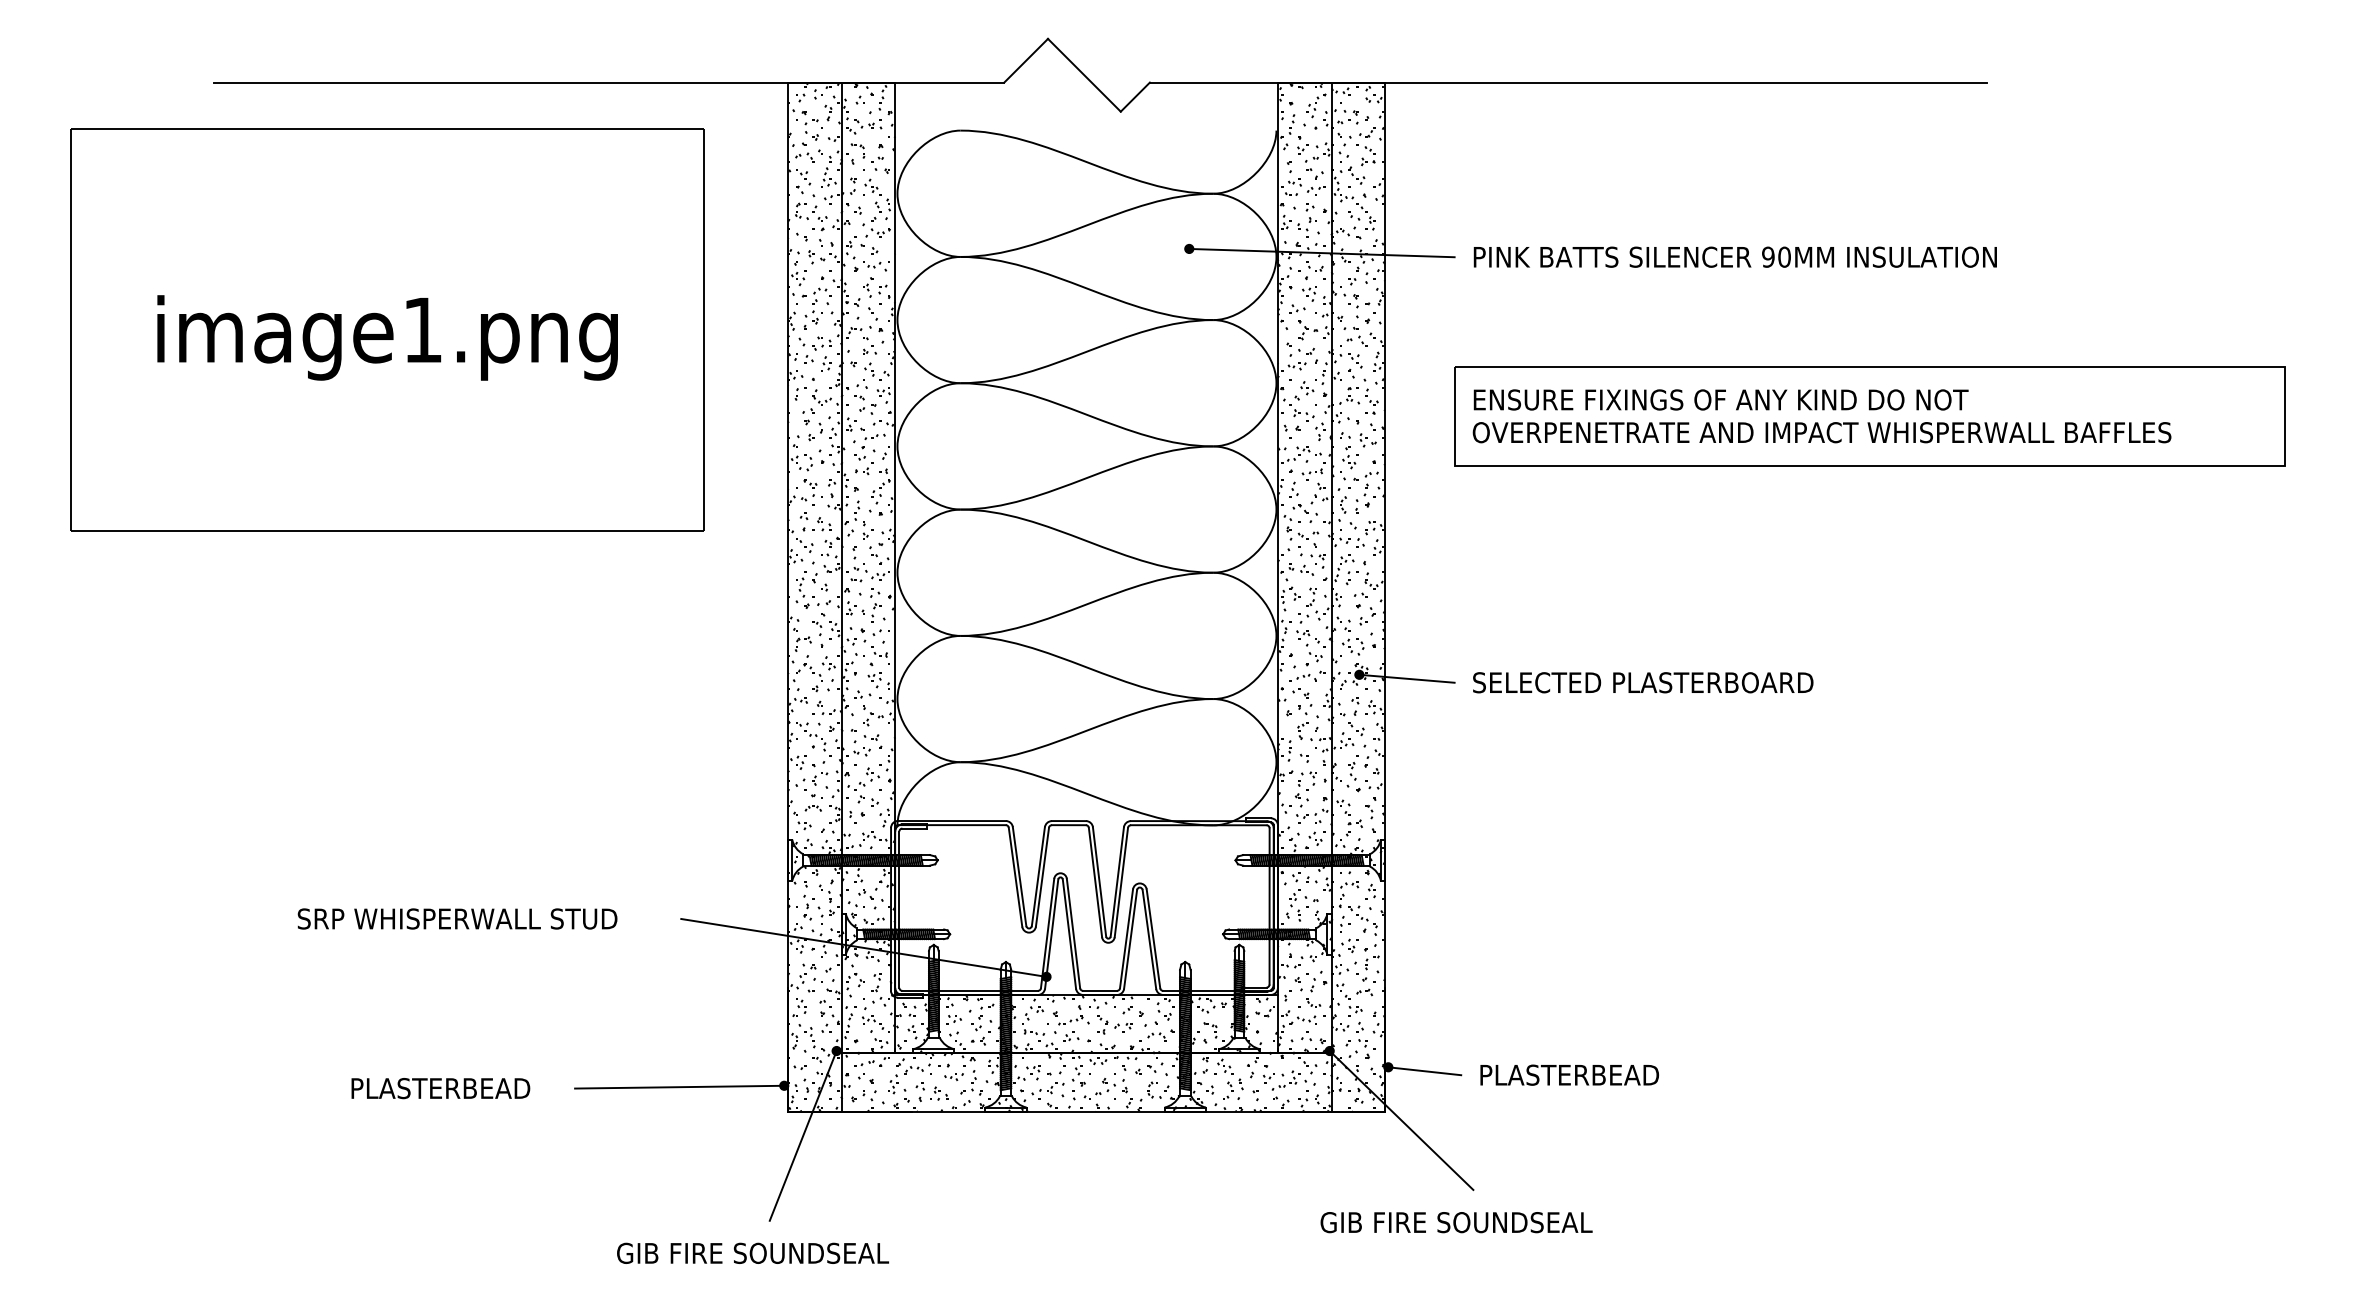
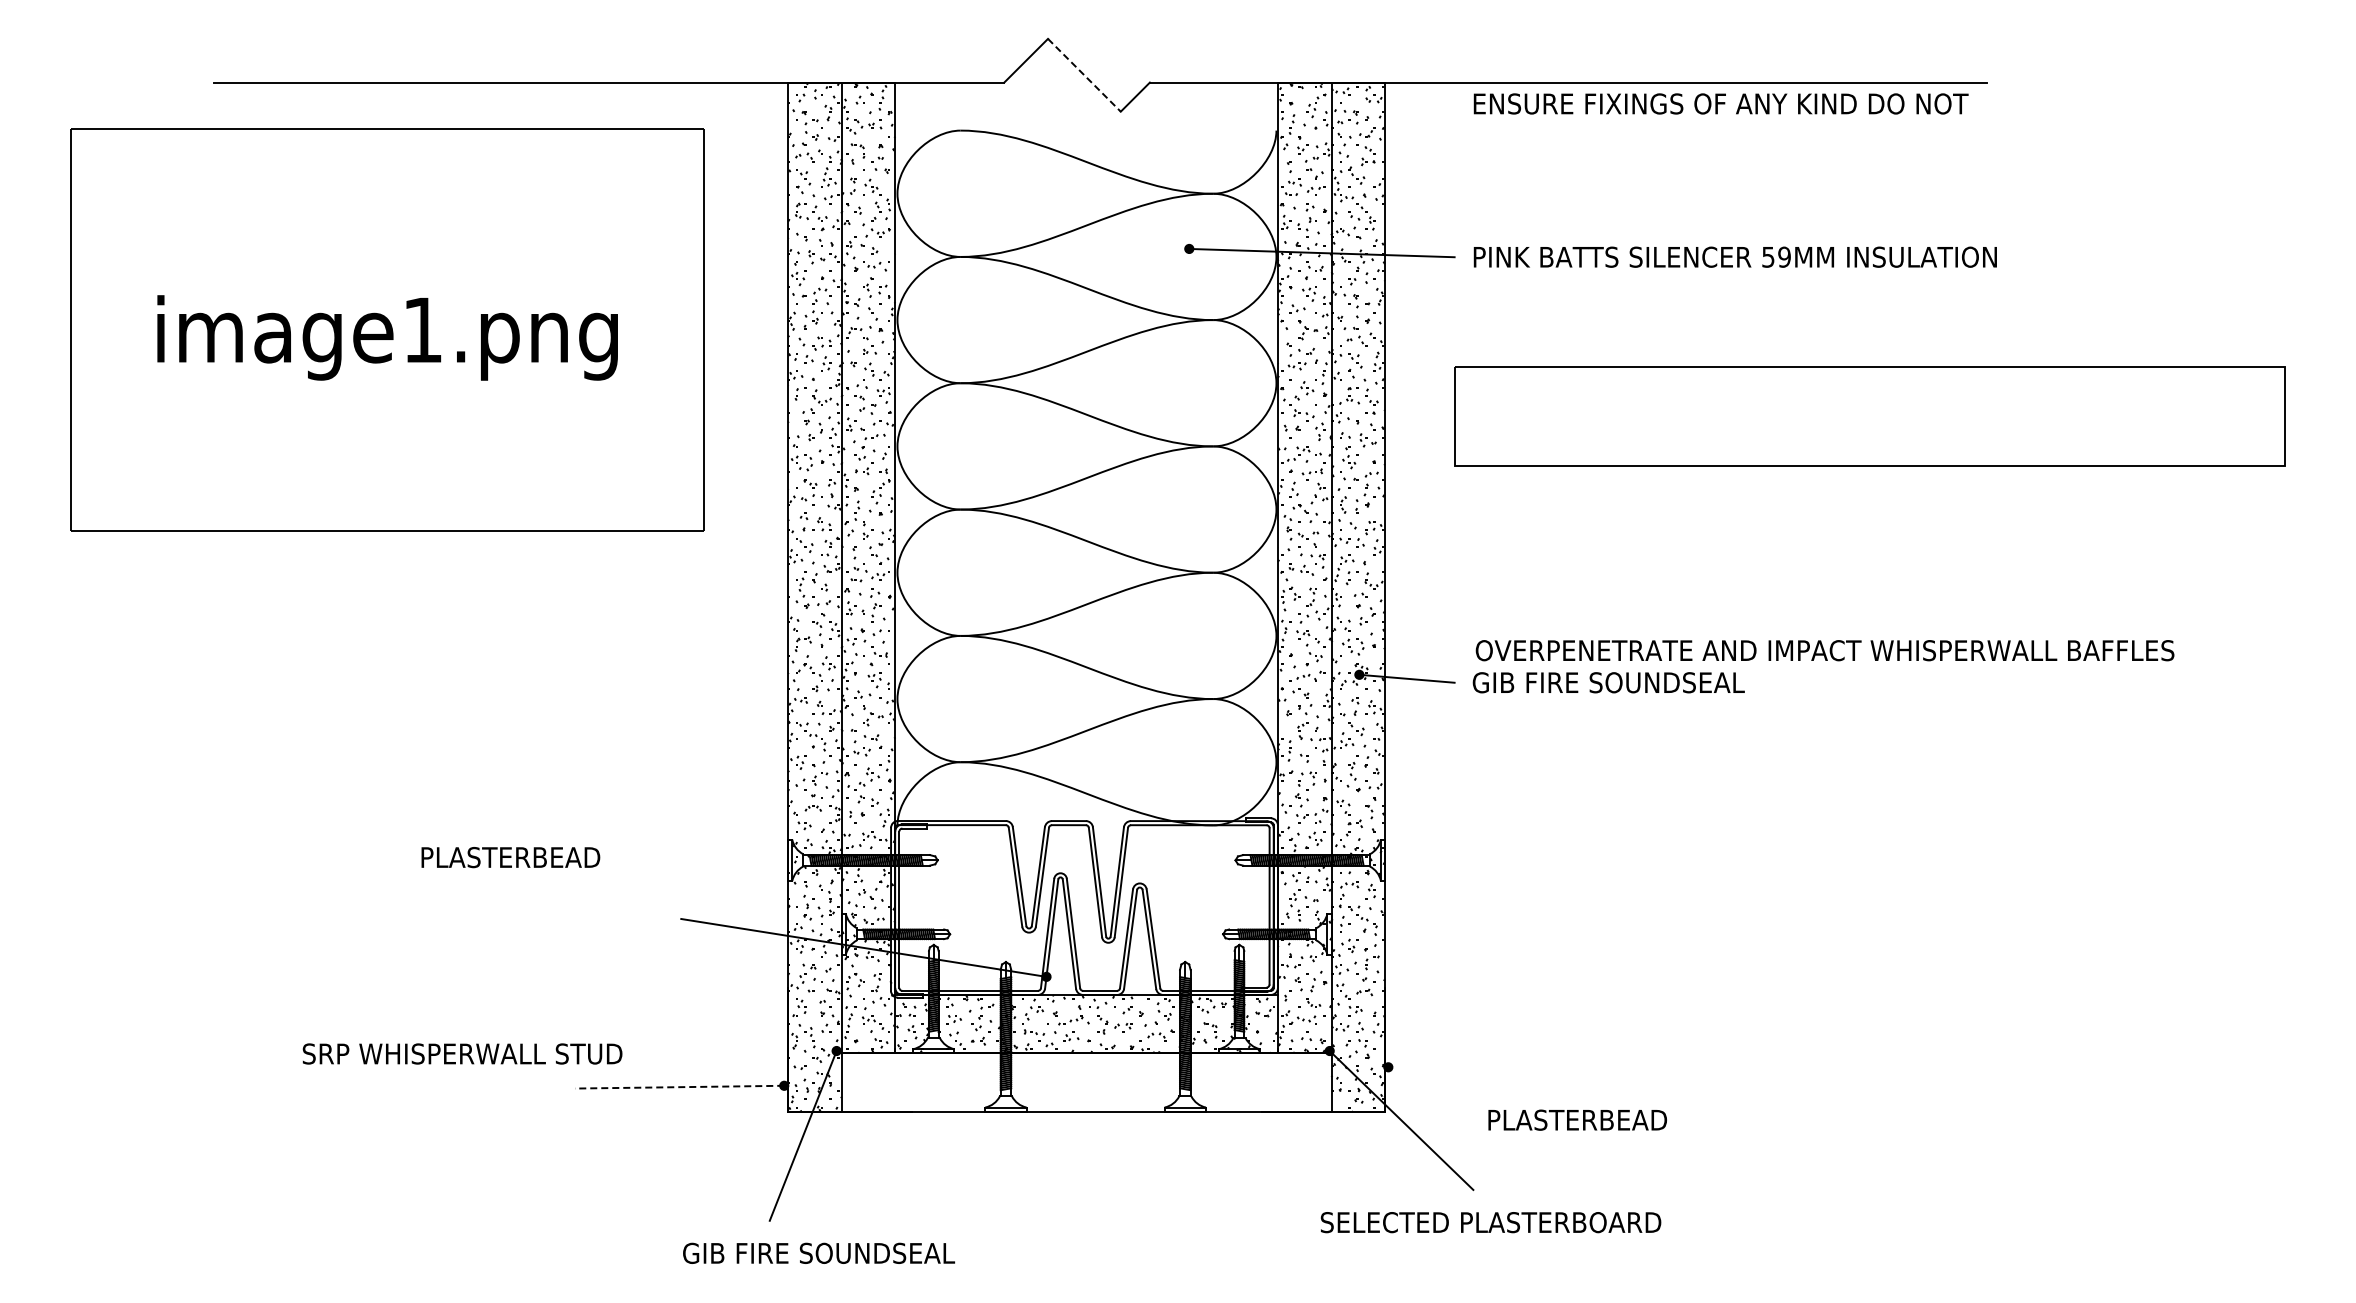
line at (1084, 75): solid -> dashed
text at (1776, 256): 90MM -> 59MM
text at (1720, 399) position: (1720, 399) -> (1720, 103)
text at (1821, 432) position: (1821, 432) -> (1824, 650)
text at (1642, 682): SELECTED PLASTERBOARD -> GIB FIRE SOUNDSEAL
text at (457, 918) position: (457, 918) -> (462, 1053)
line at (1424, 1071): present -> none
text at (1569, 1074) position: (1569, 1074) -> (1577, 1119)
hatch at (1086, 1082): present -> none
line at (679, 1087): solid -> dashed
text at (440, 1088) position: (440, 1088) -> (510, 857)
text at (1490, 1222): GIB FIRE SOUNDSEAL -> SELECTED PLASTERBOARD
text at (752, 1252) position: (752, 1252) -> (818, 1252)
